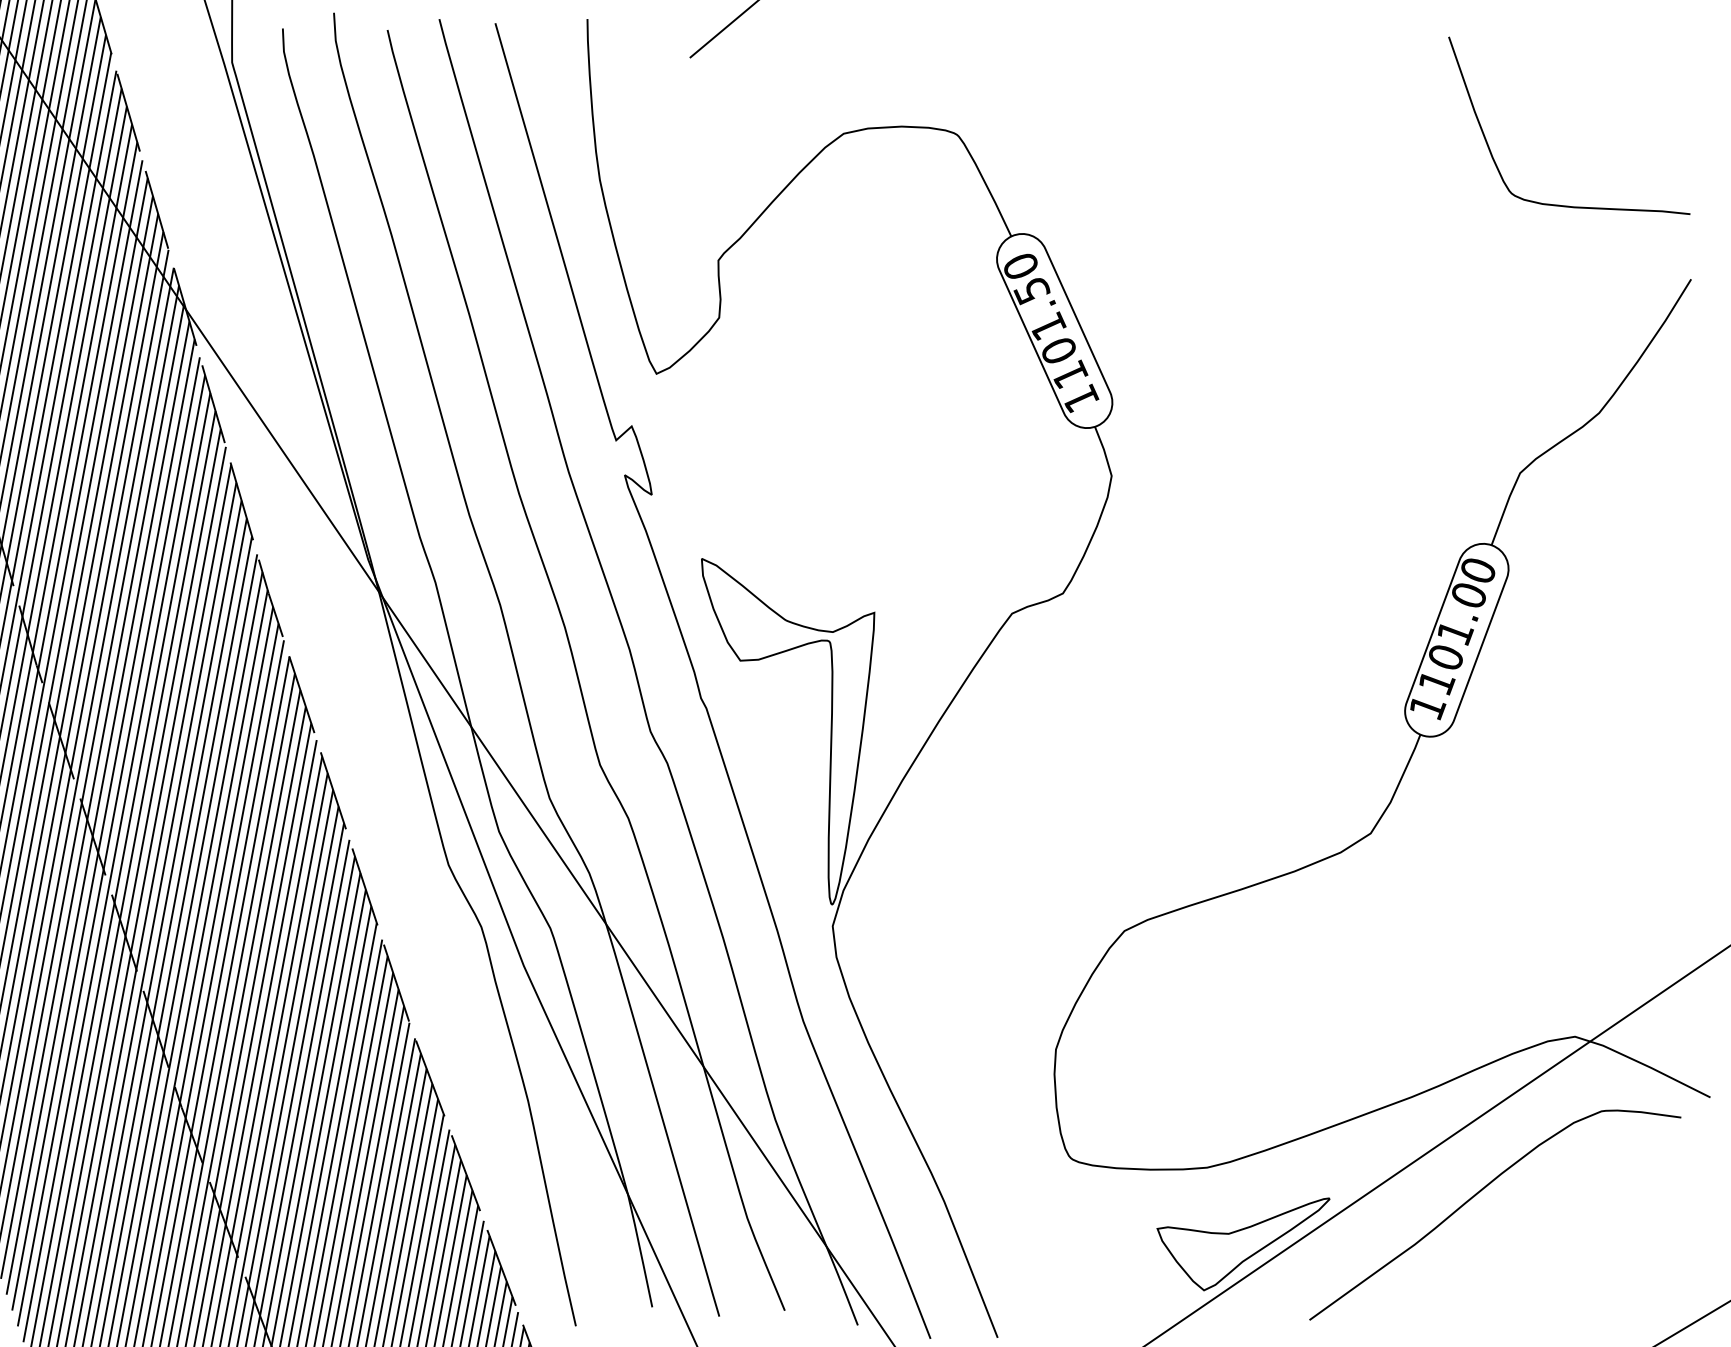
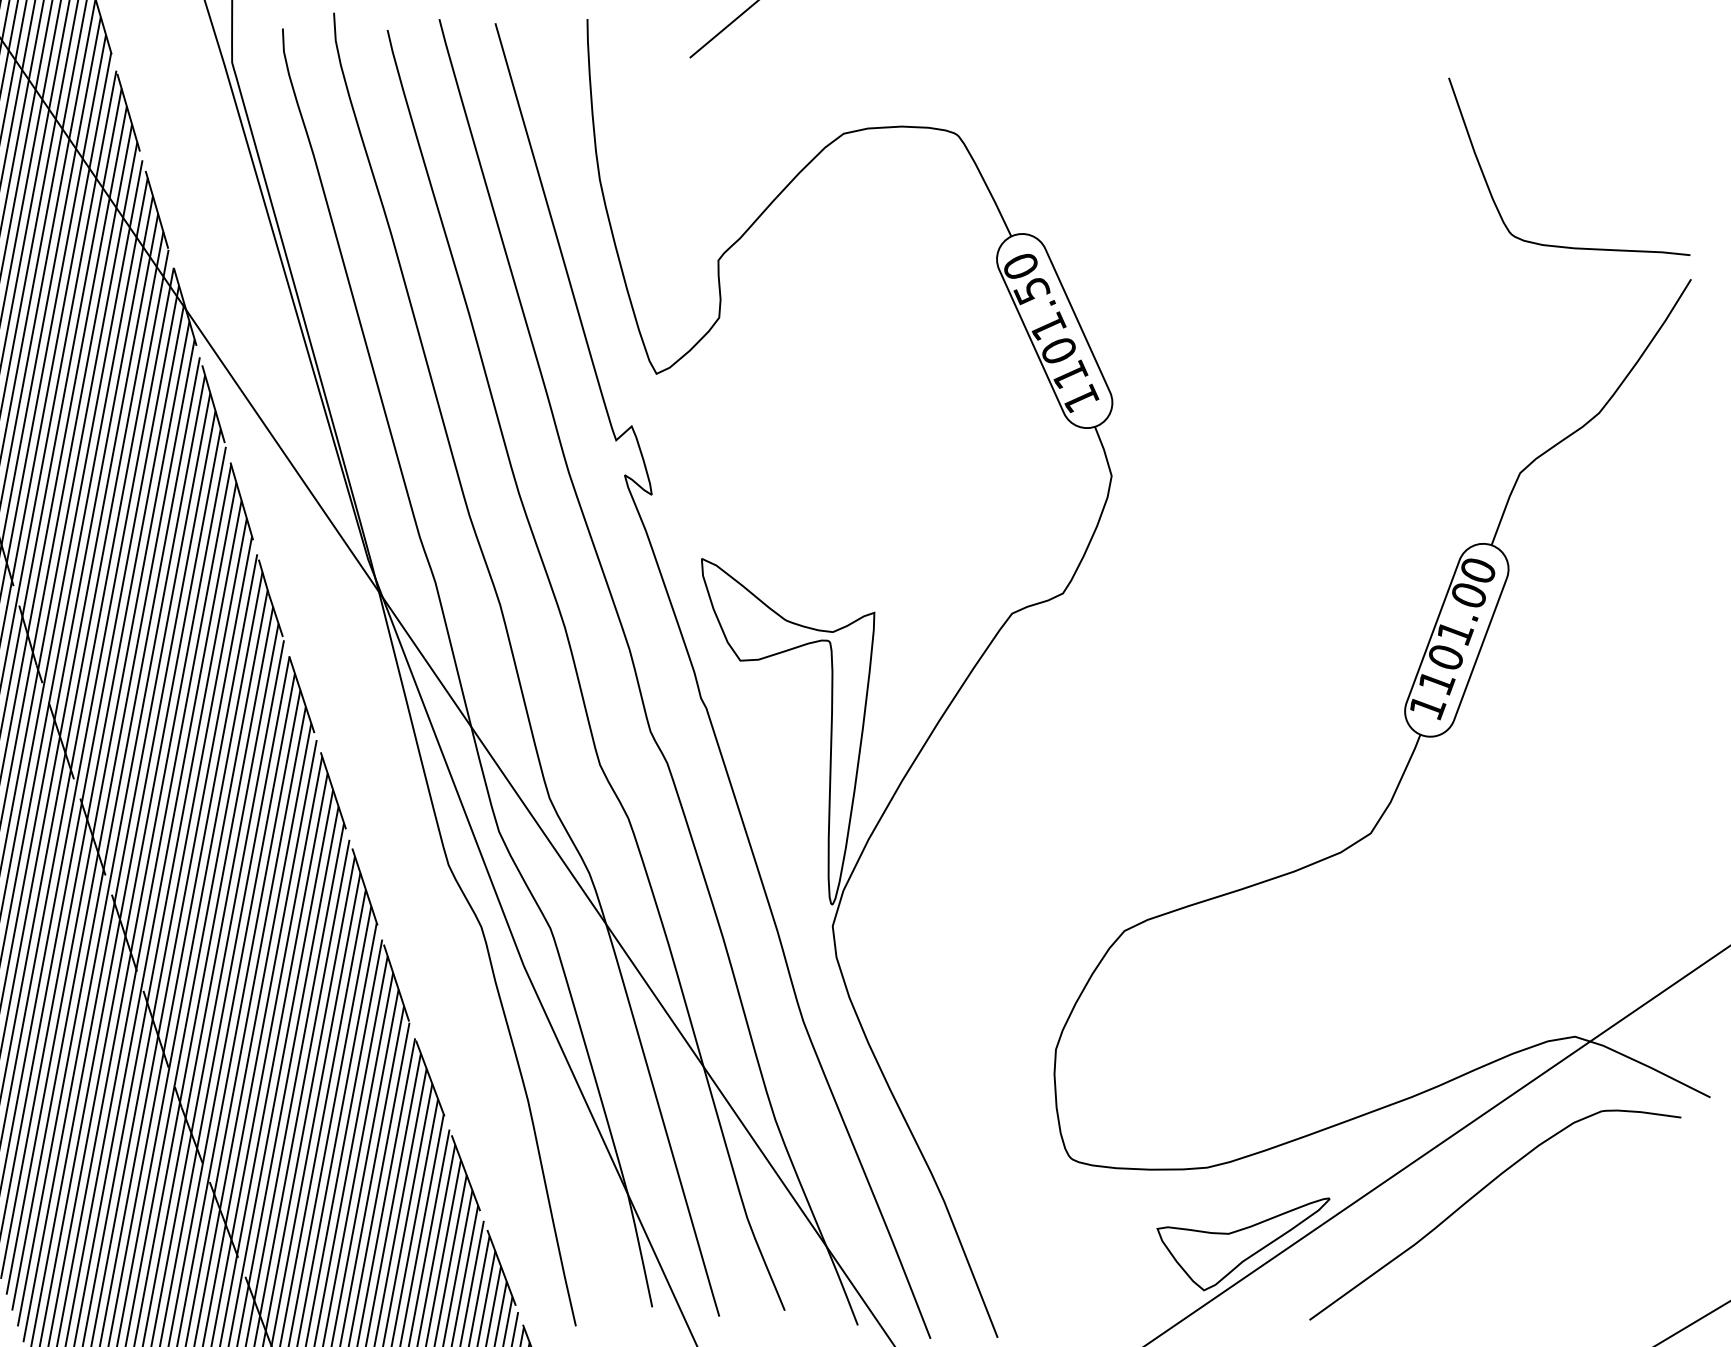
curve at (1559, 204) position: (1559, 204) -> (1559, 245)
